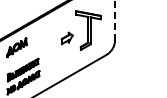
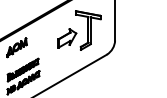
line at (115, 19): dashed -> solid
part at (66, 38) size: 14x15 px -> 21x21 px
